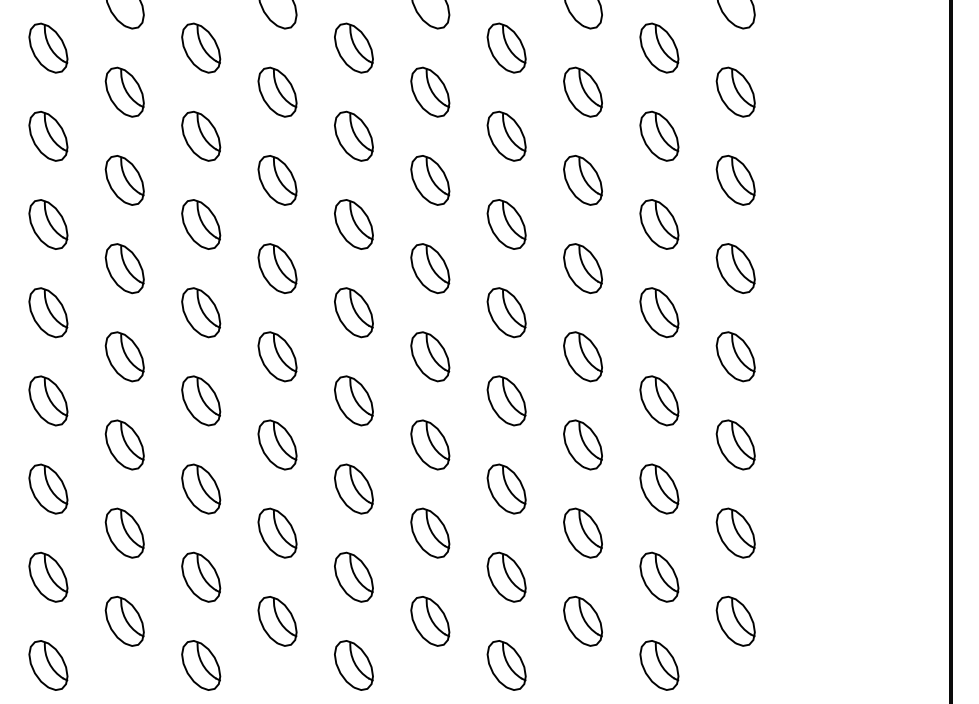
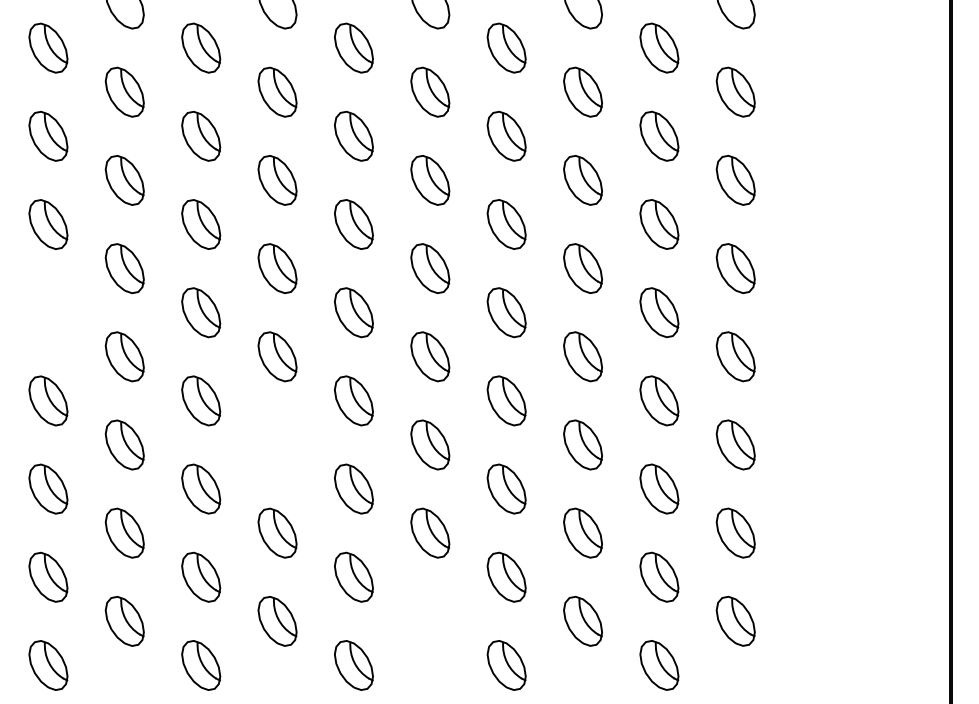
part at (48, 312): present -> none
part at (277, 444): present -> none
part at (430, 621): present -> none
